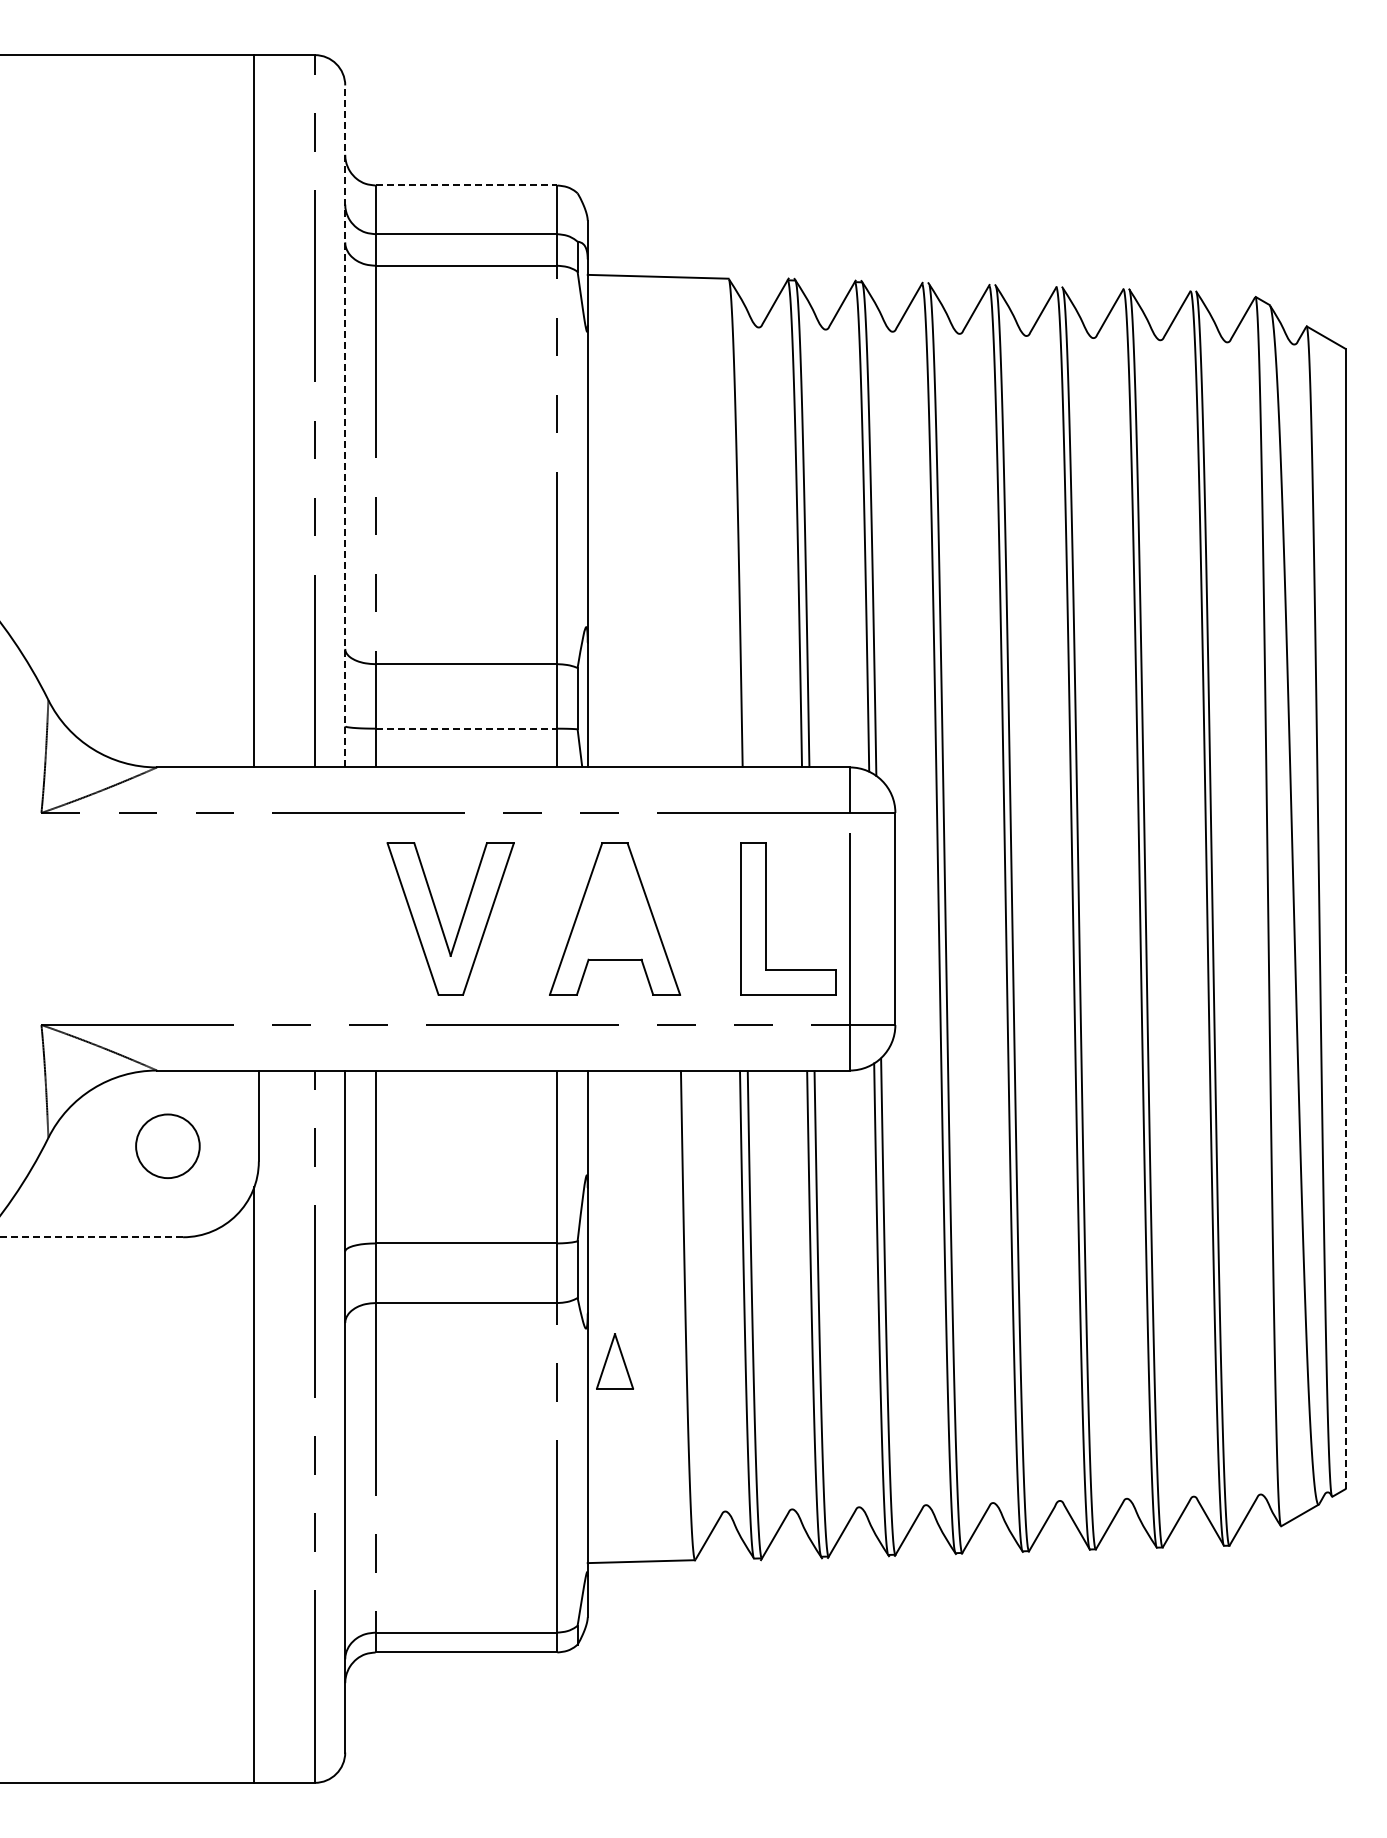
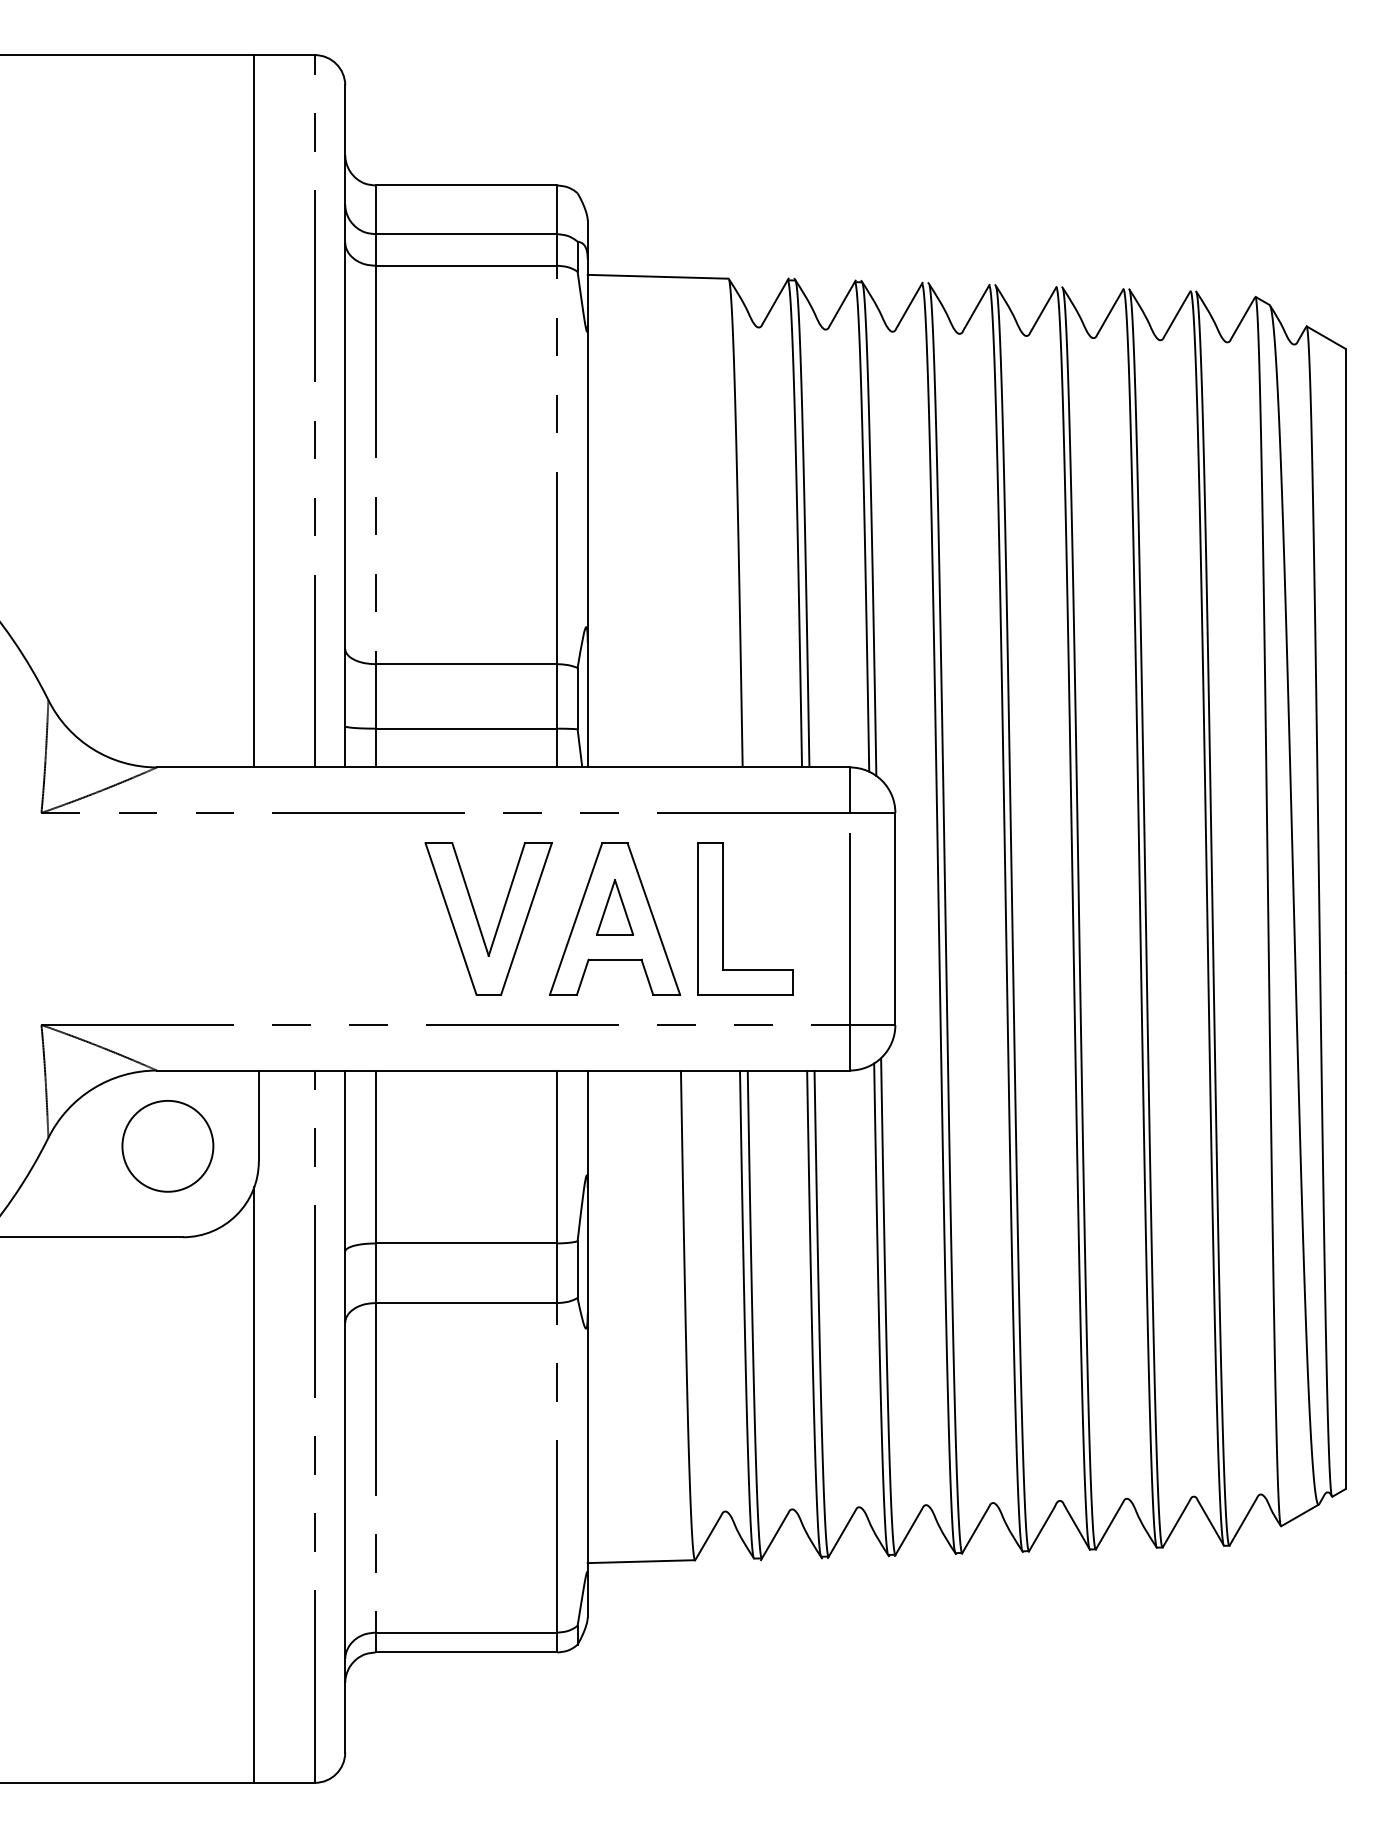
line at (466, 185): dashed -> solid
line at (345, 426): dashed -> solid
line at (466, 728): dashed -> solid
part at (766, 918) position: (766, 918) -> (723, 918)
part at (440, 920) position: (440, 920) -> (478, 920)
circle at (167, 1146) diameter: 64 px -> 91 px
line at (1345, 1230): dashed -> solid
line at (91, 1237): dashed -> solid
part at (614, 1361) position: (614, 1361) -> (614, 907)
